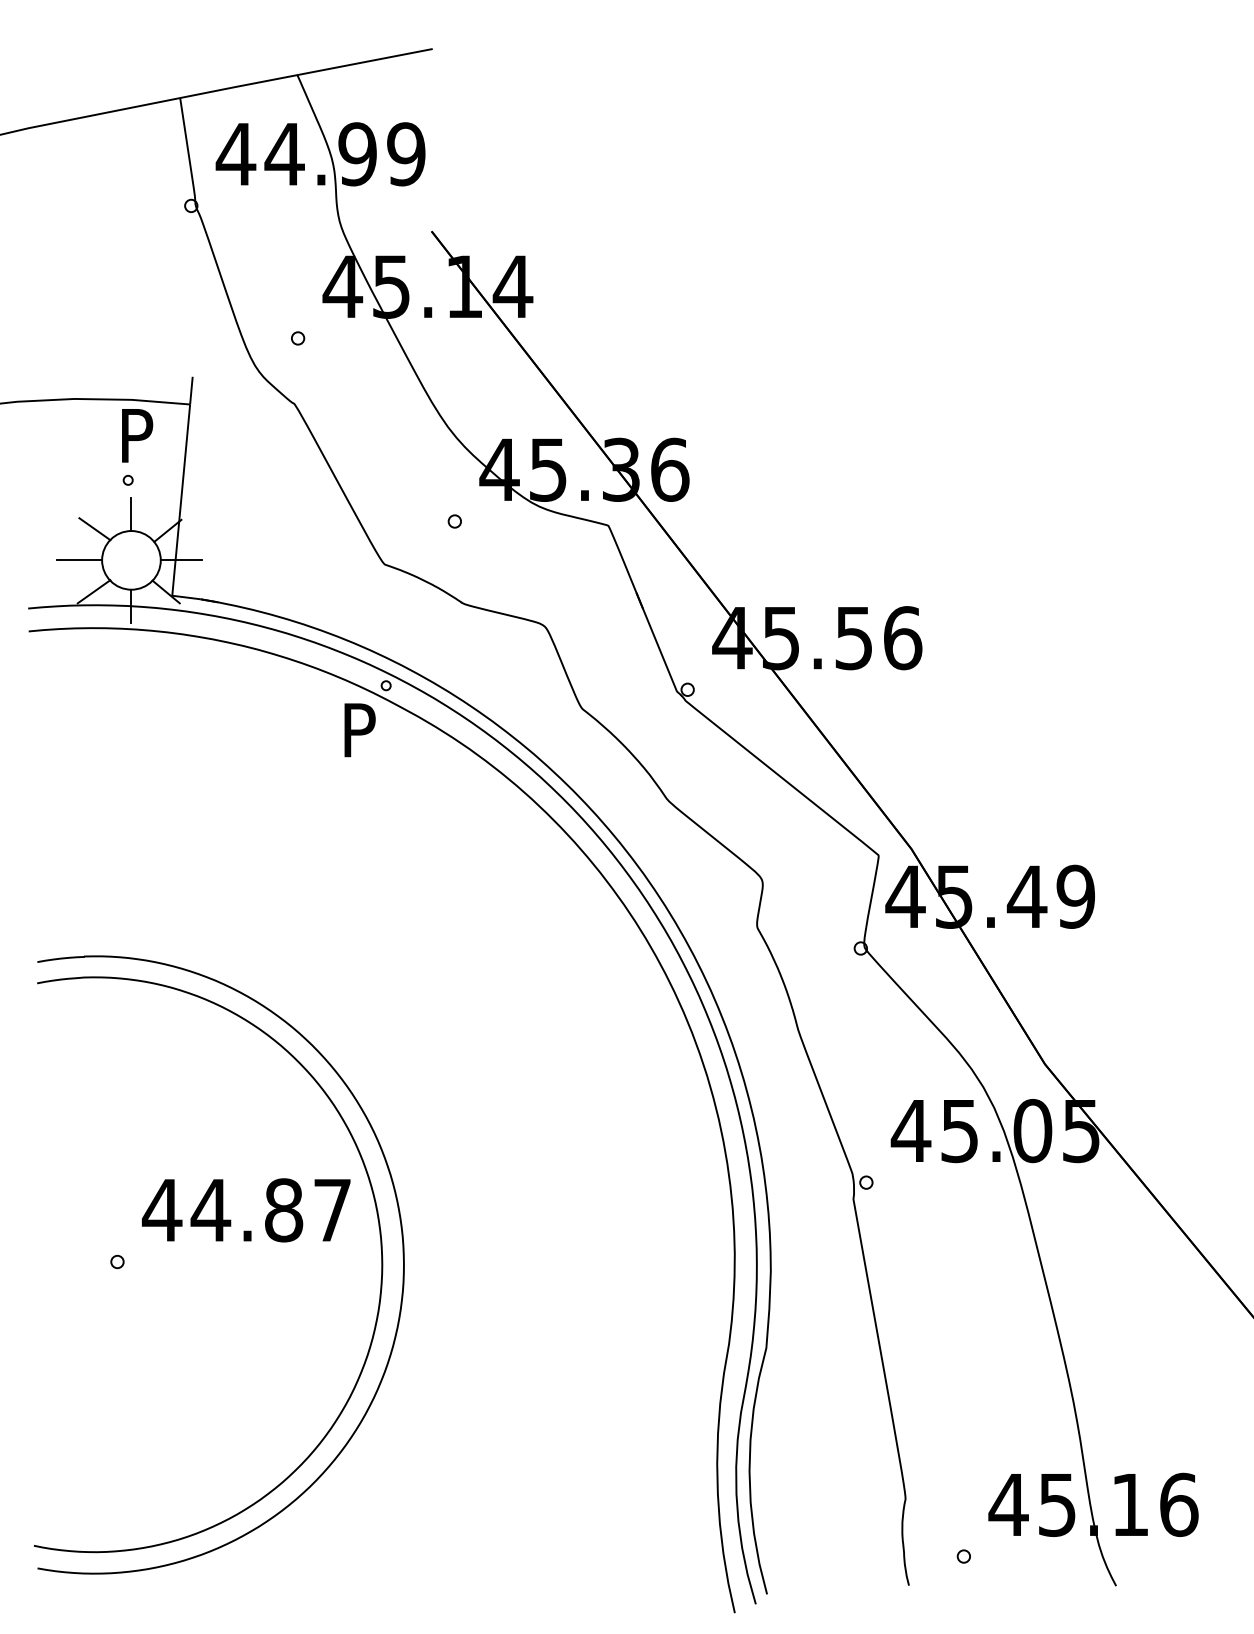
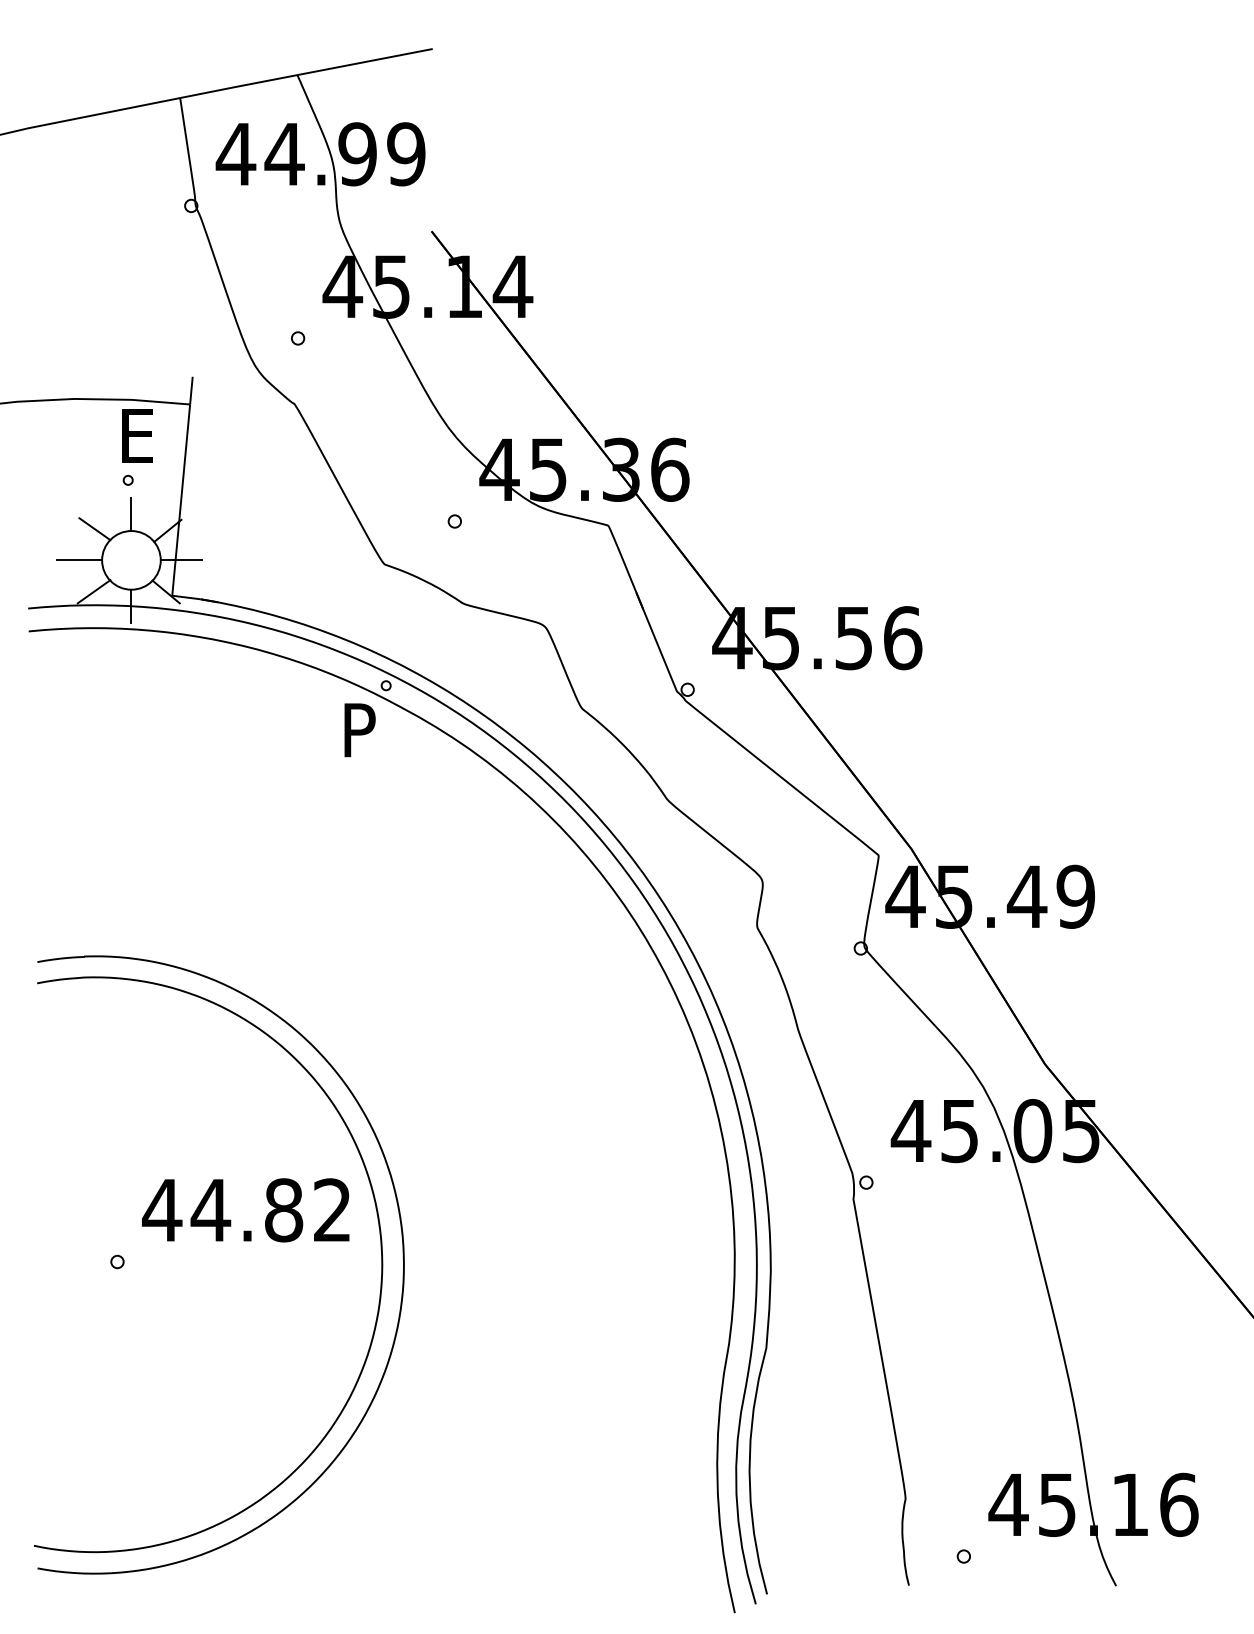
text at (137, 435): P -> E
text at (332, 1209): 44.87 -> 44.82
